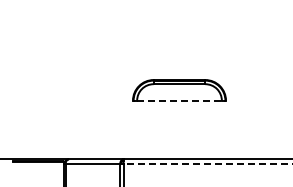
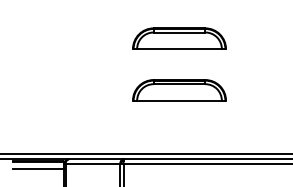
part at (179, 38): none -> present
line at (180, 100): dashed -> solid
line at (145, 154): none -> present
line at (207, 164): dashed -> solid
line at (38, 169): none -> present
